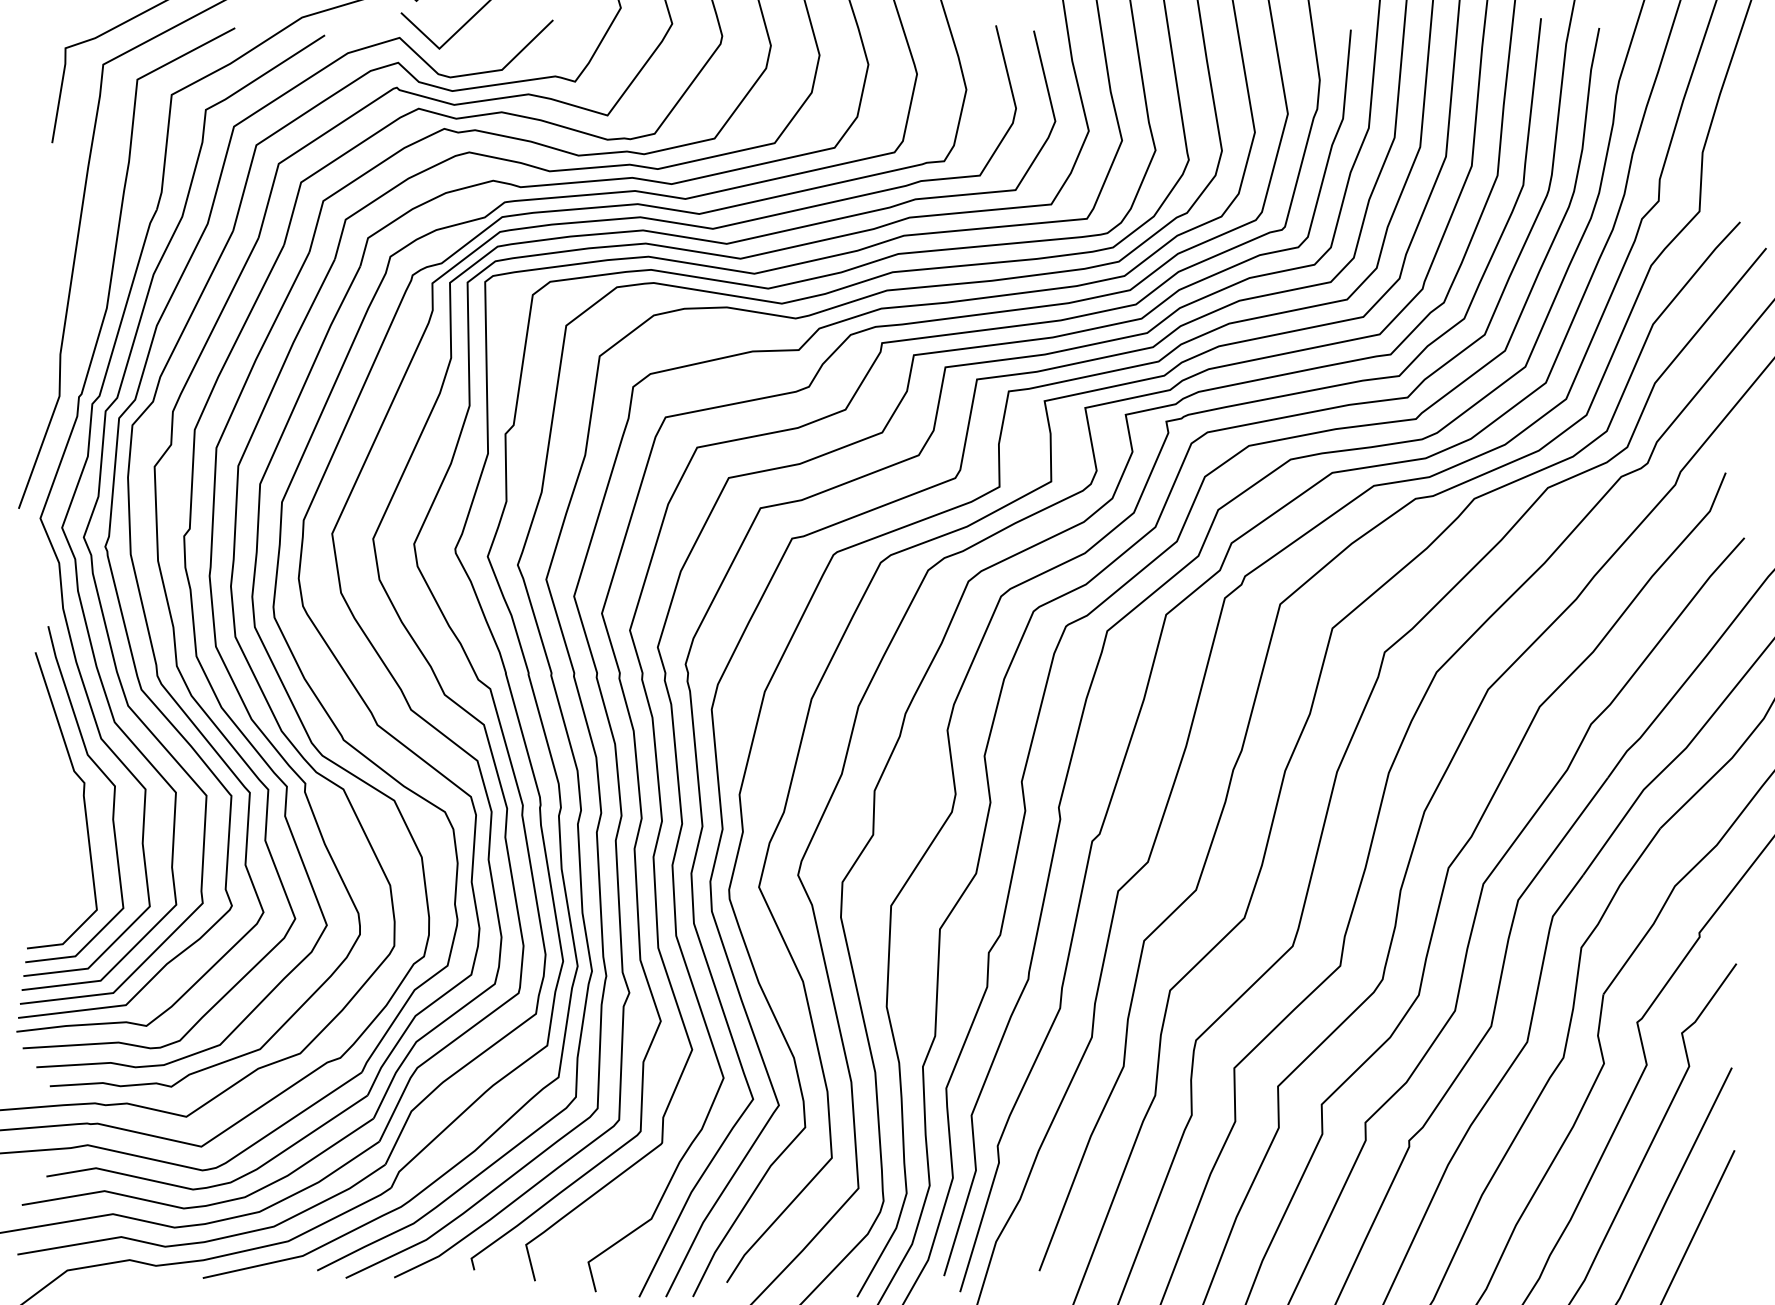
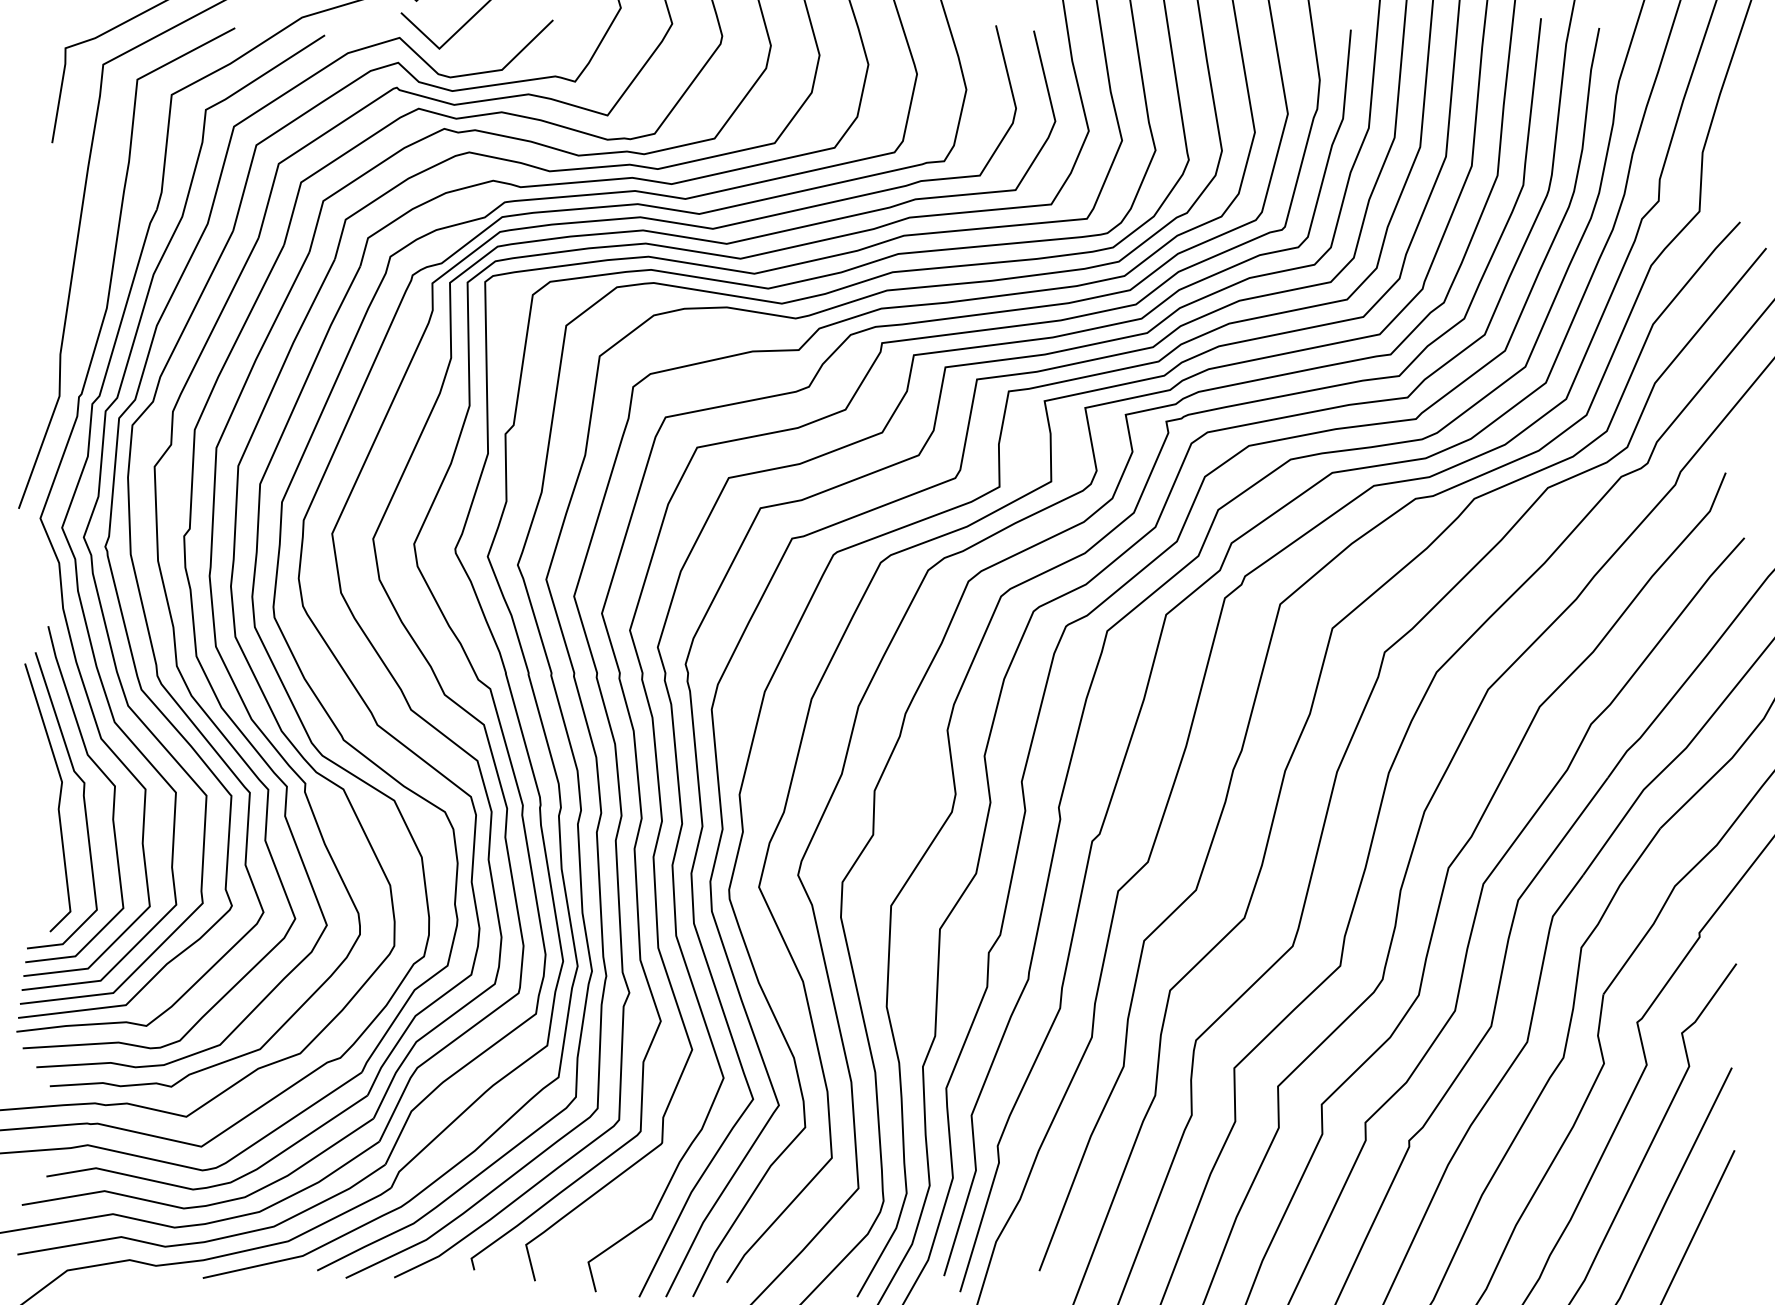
line at (58, 800): none -> present
